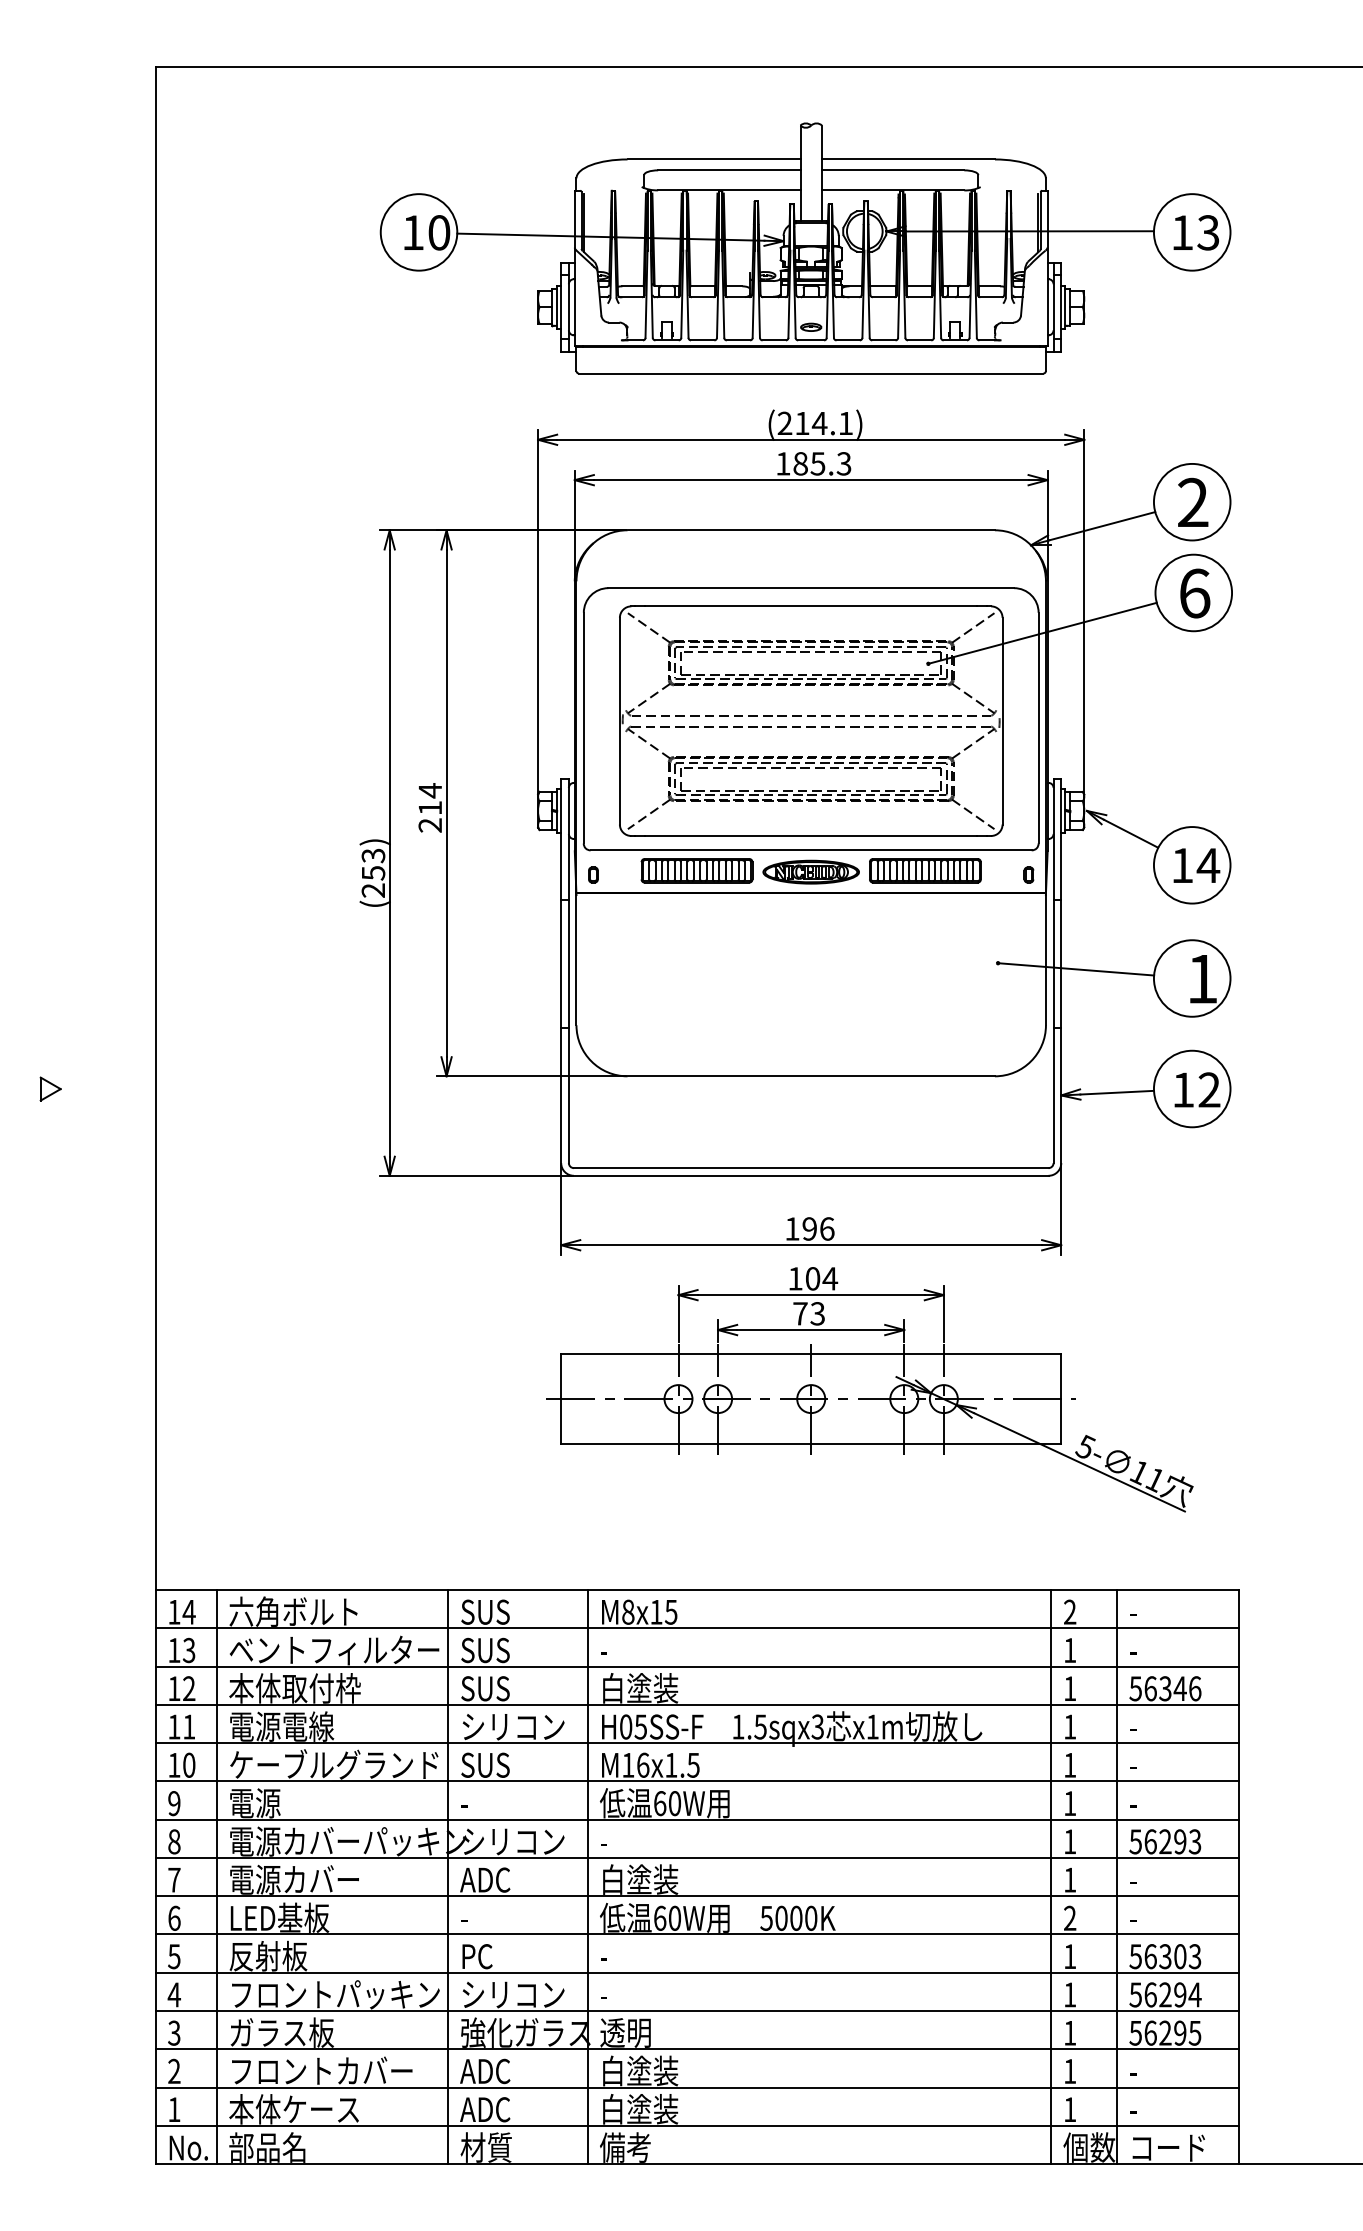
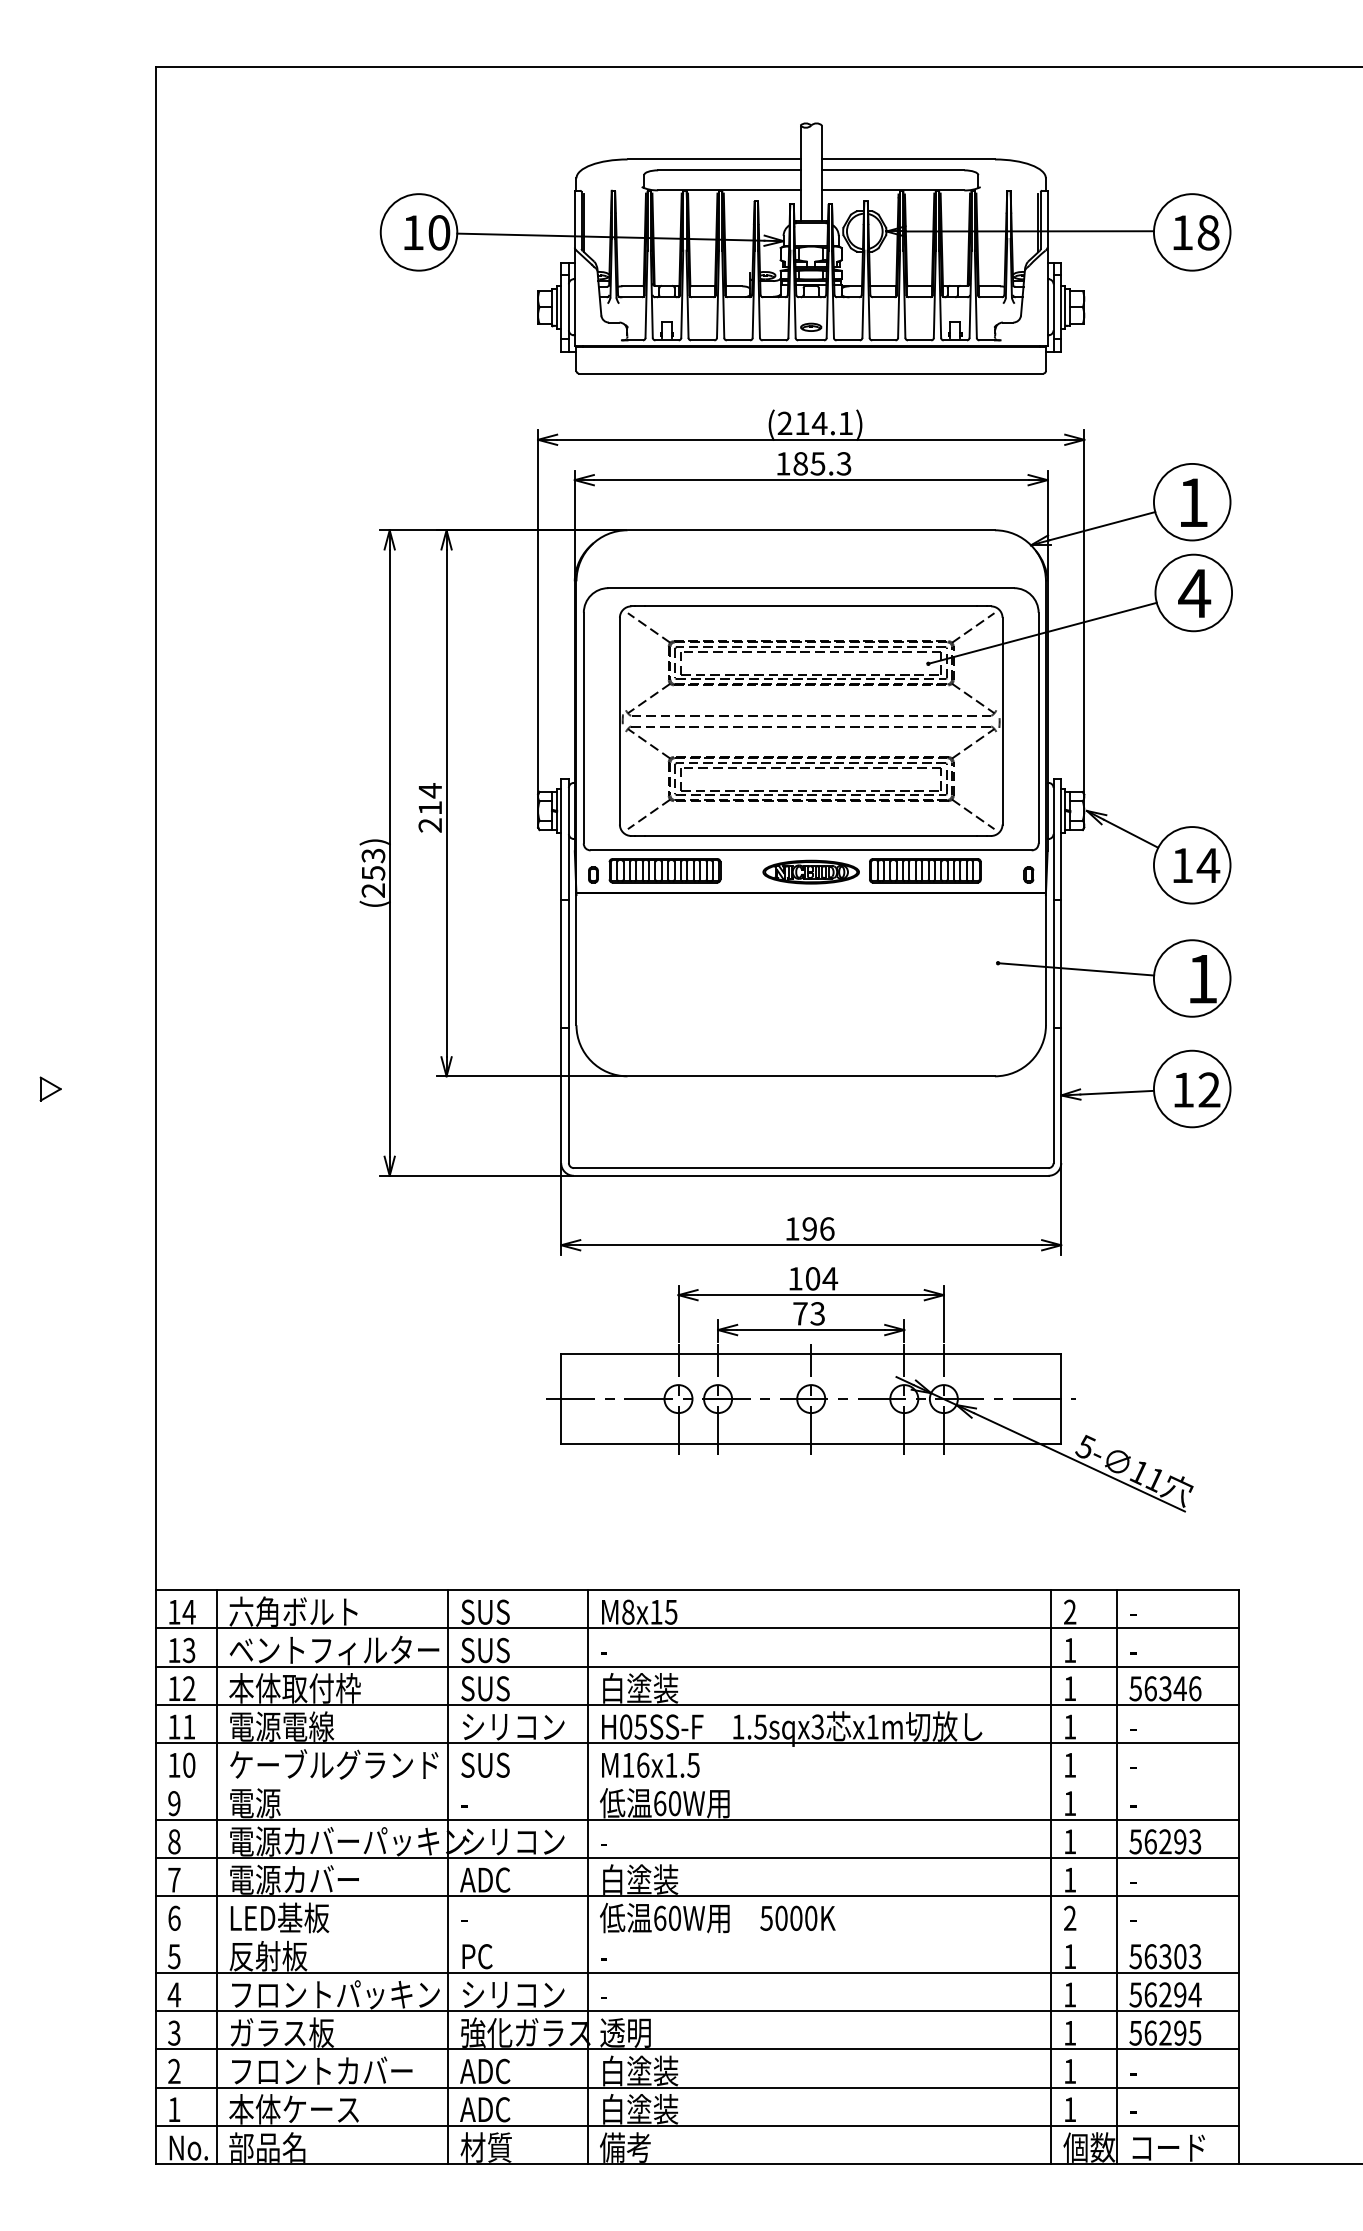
text at (1208, 232): 13 -> 18
text at (1193, 501): 2 -> 1
text at (1194, 593): 6 -> 4
part at (696, 870) position: (696, 870) -> (664, 870)
line at (696, 1781): present -> none
line at (696, 1934): present -> none
